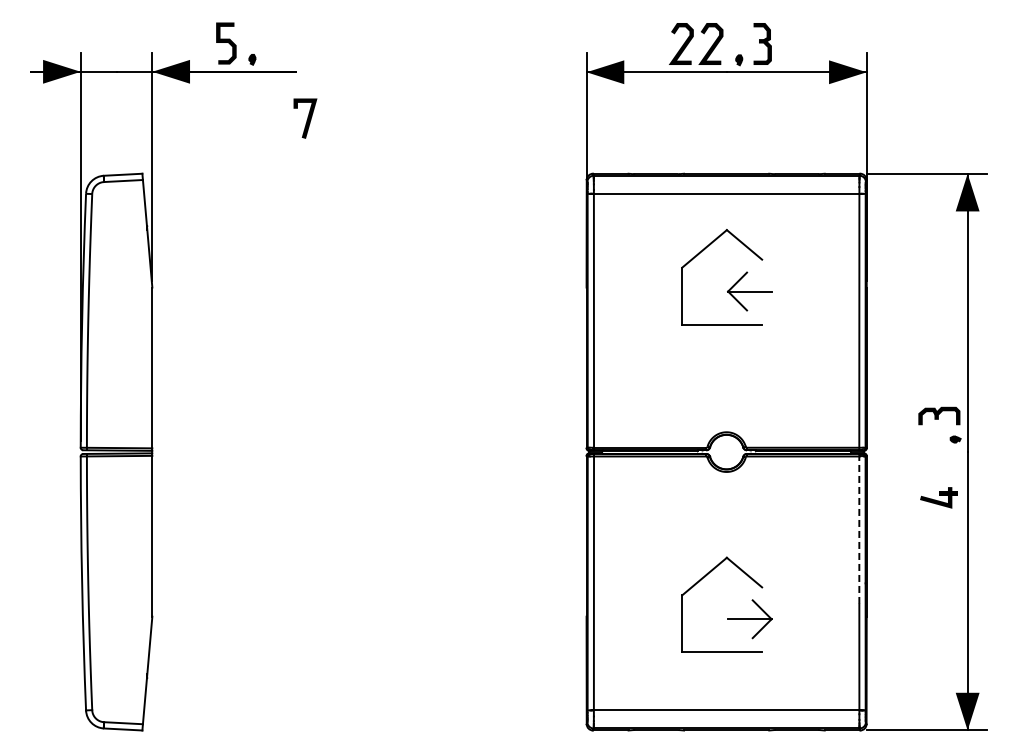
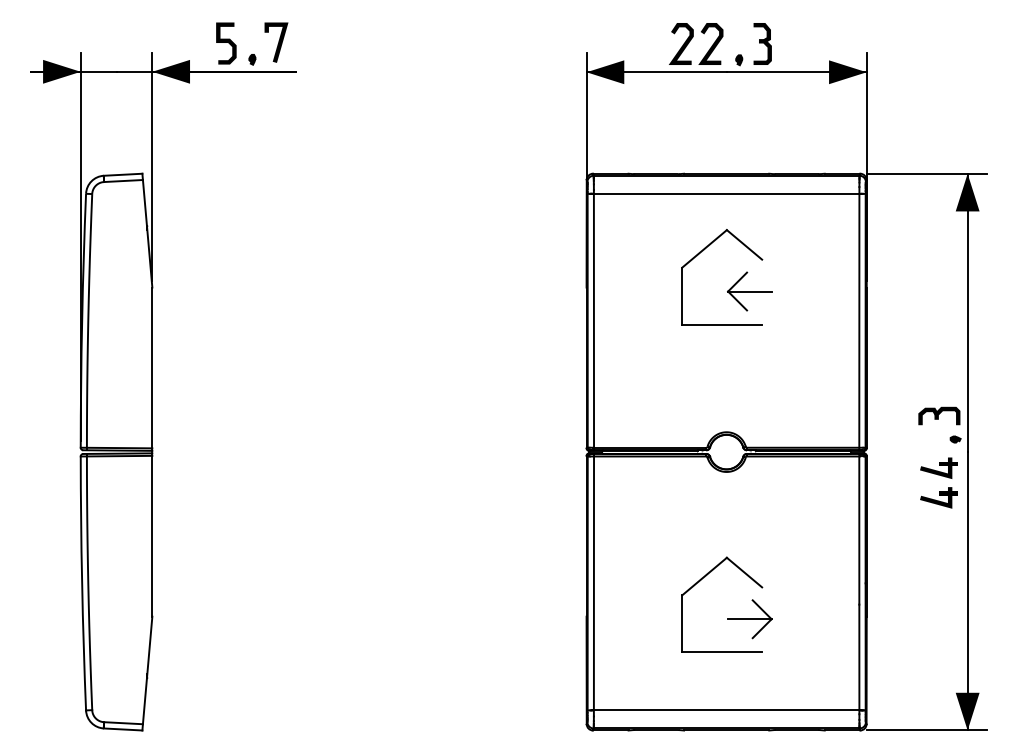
line at (307, 118) position: (307, 118) -> (278, 42)
part at (938, 467): none -> present
line at (859, 529): dashed -> solid
